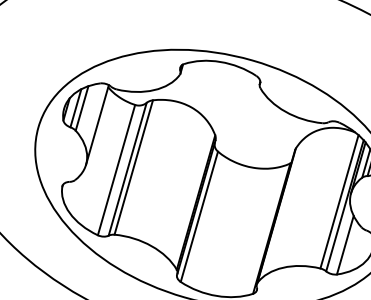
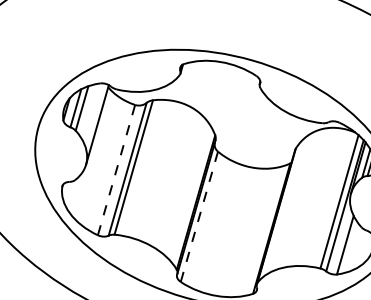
line at (116, 170): solid -> dashed
line at (199, 216): solid -> dashed
